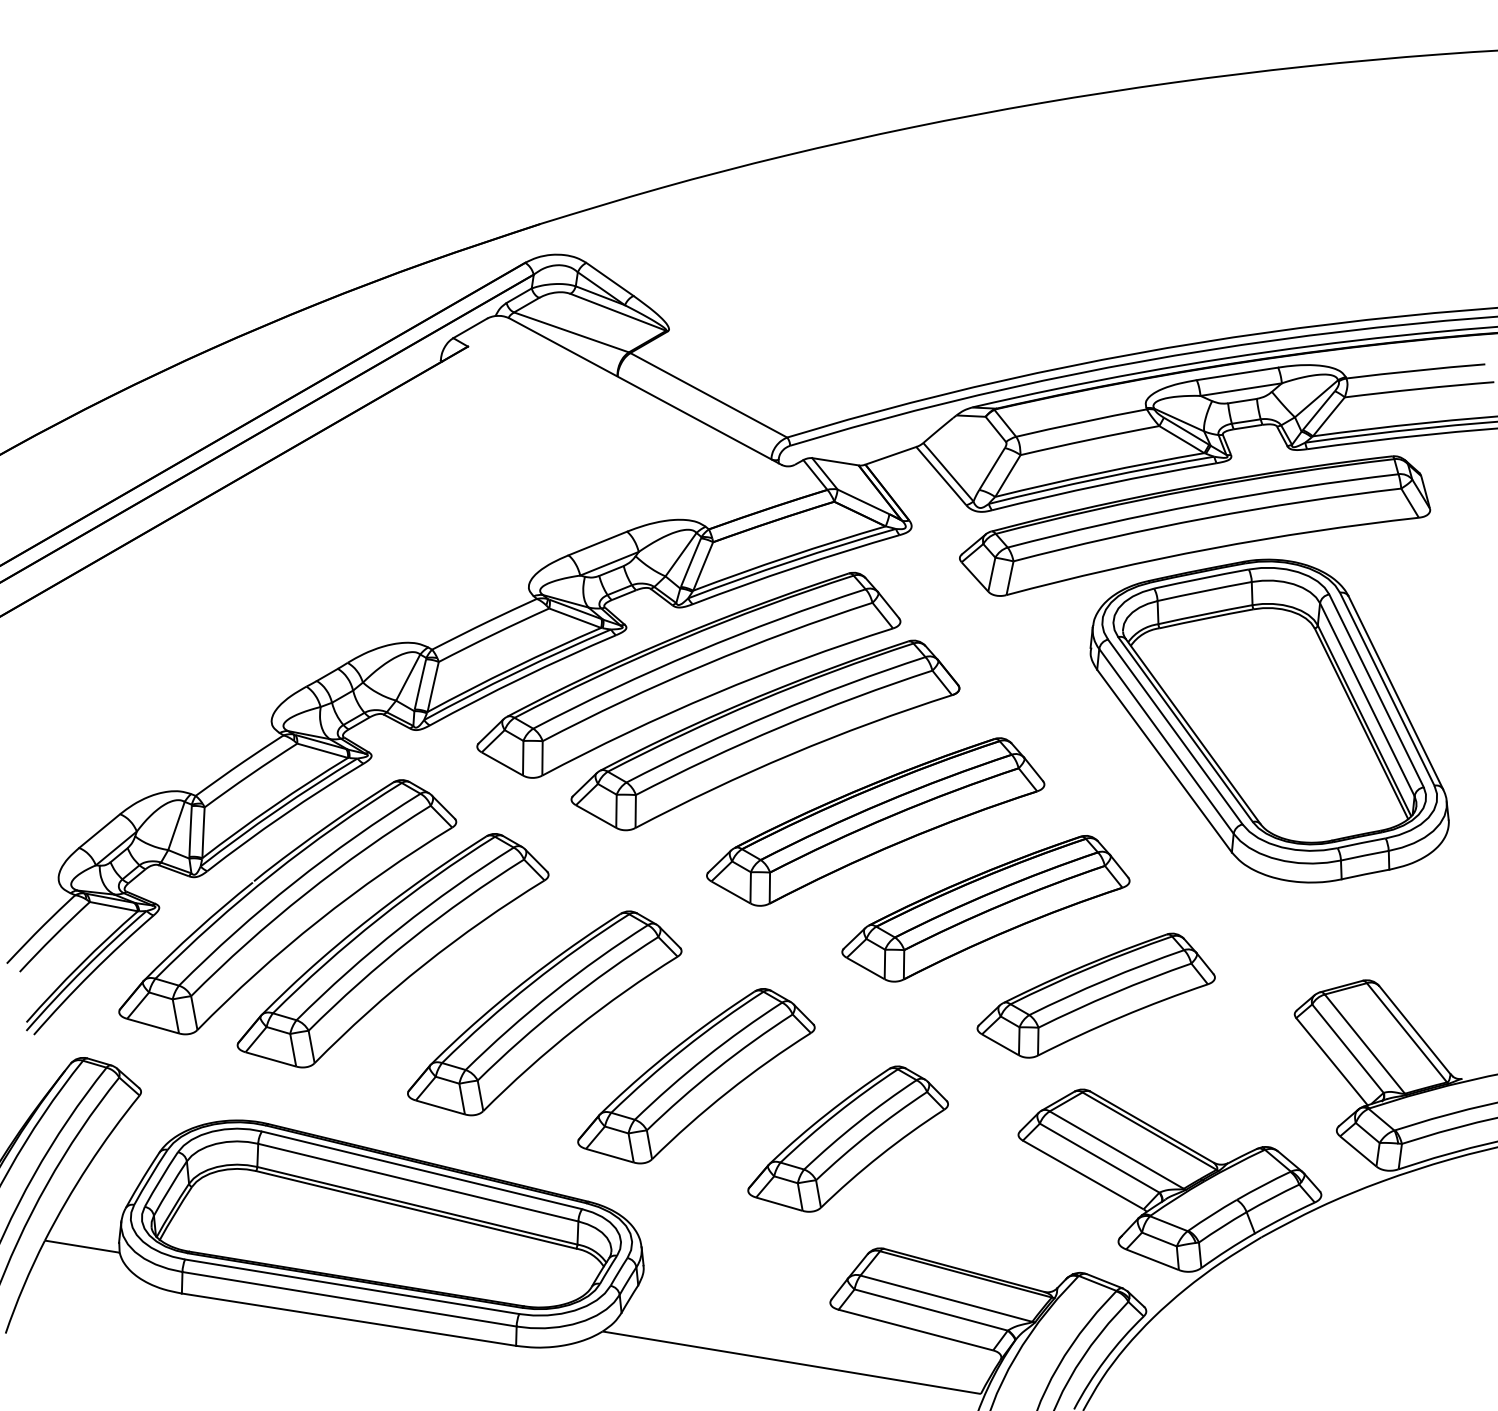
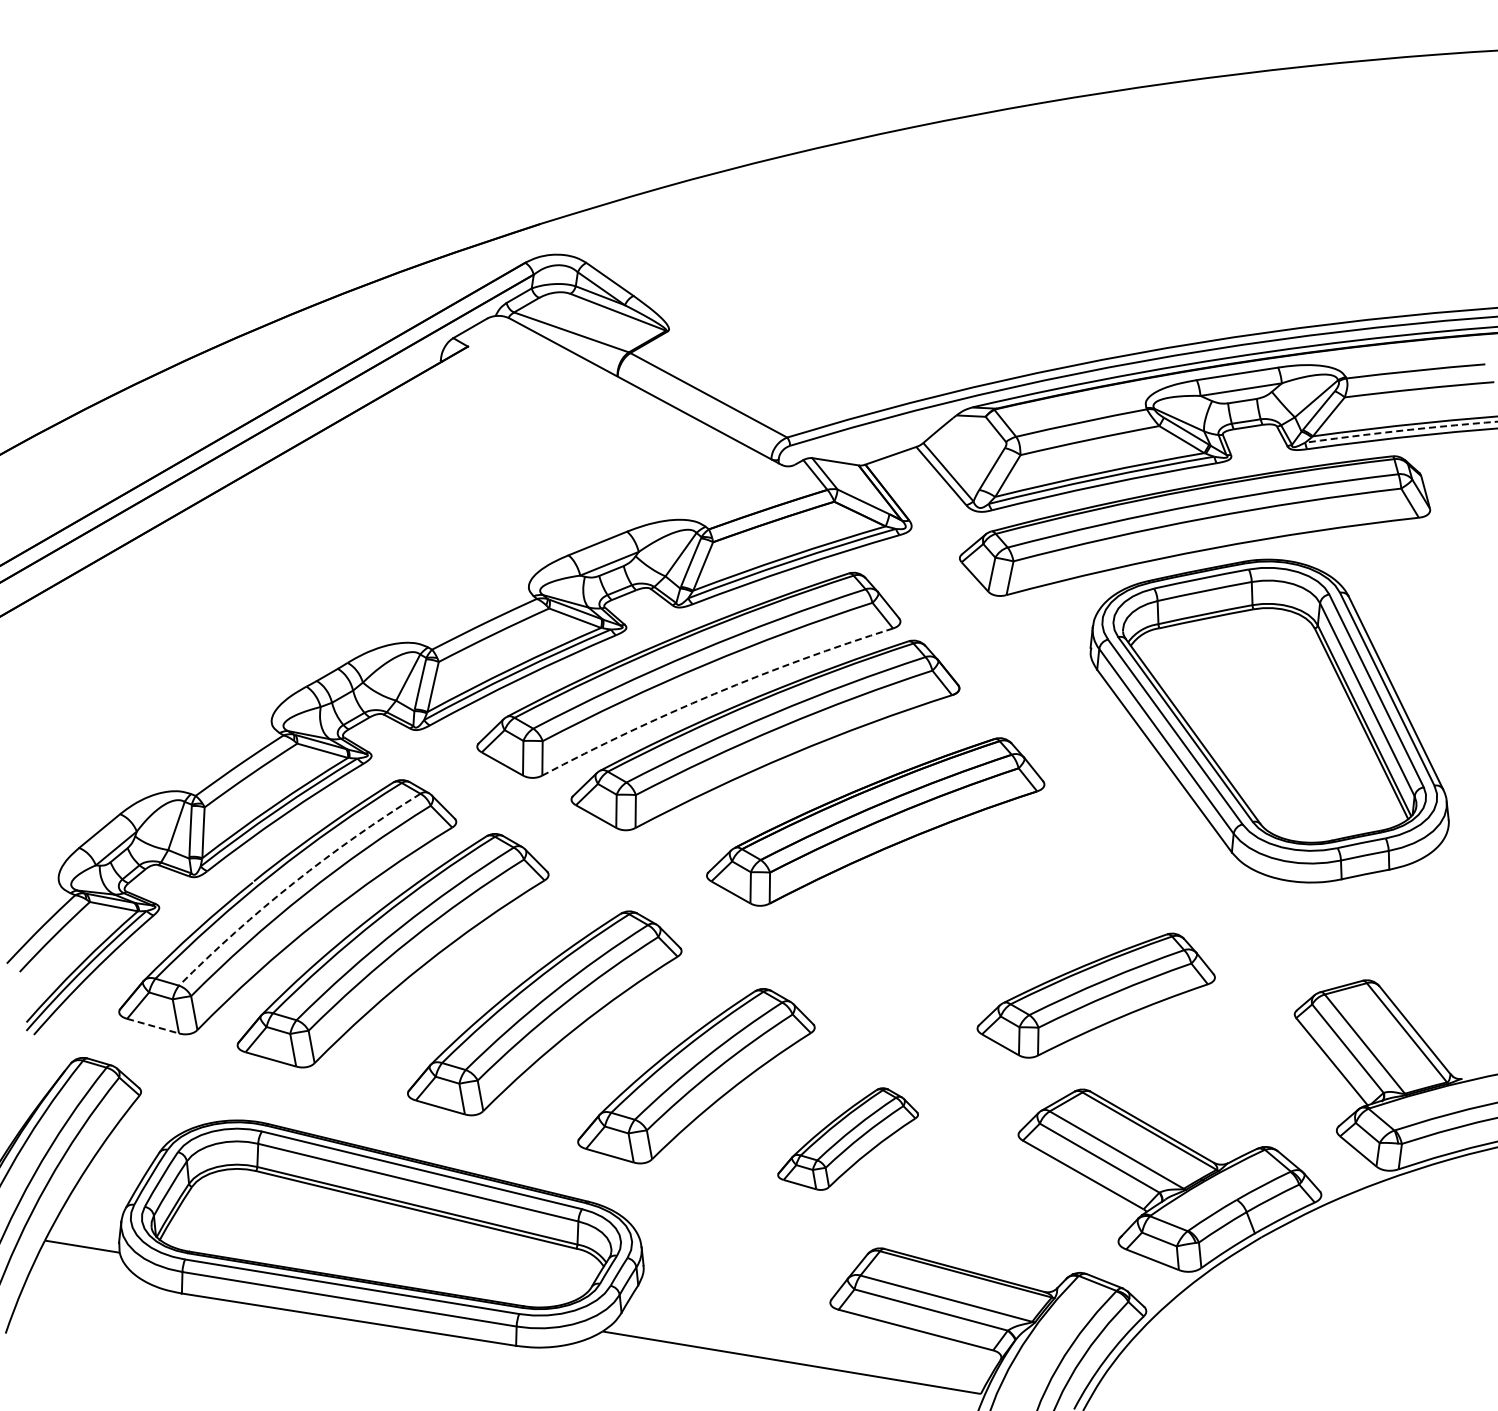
arc at (1400, 430): solid -> dashed
arc at (714, 694): solid -> dashed
arc at (294, 882): solid -> dashed
part at (985, 908): present -> none
line at (153, 1026): solid -> dashed
part at (847, 1138) size: 202x148 px -> 142x104 px
